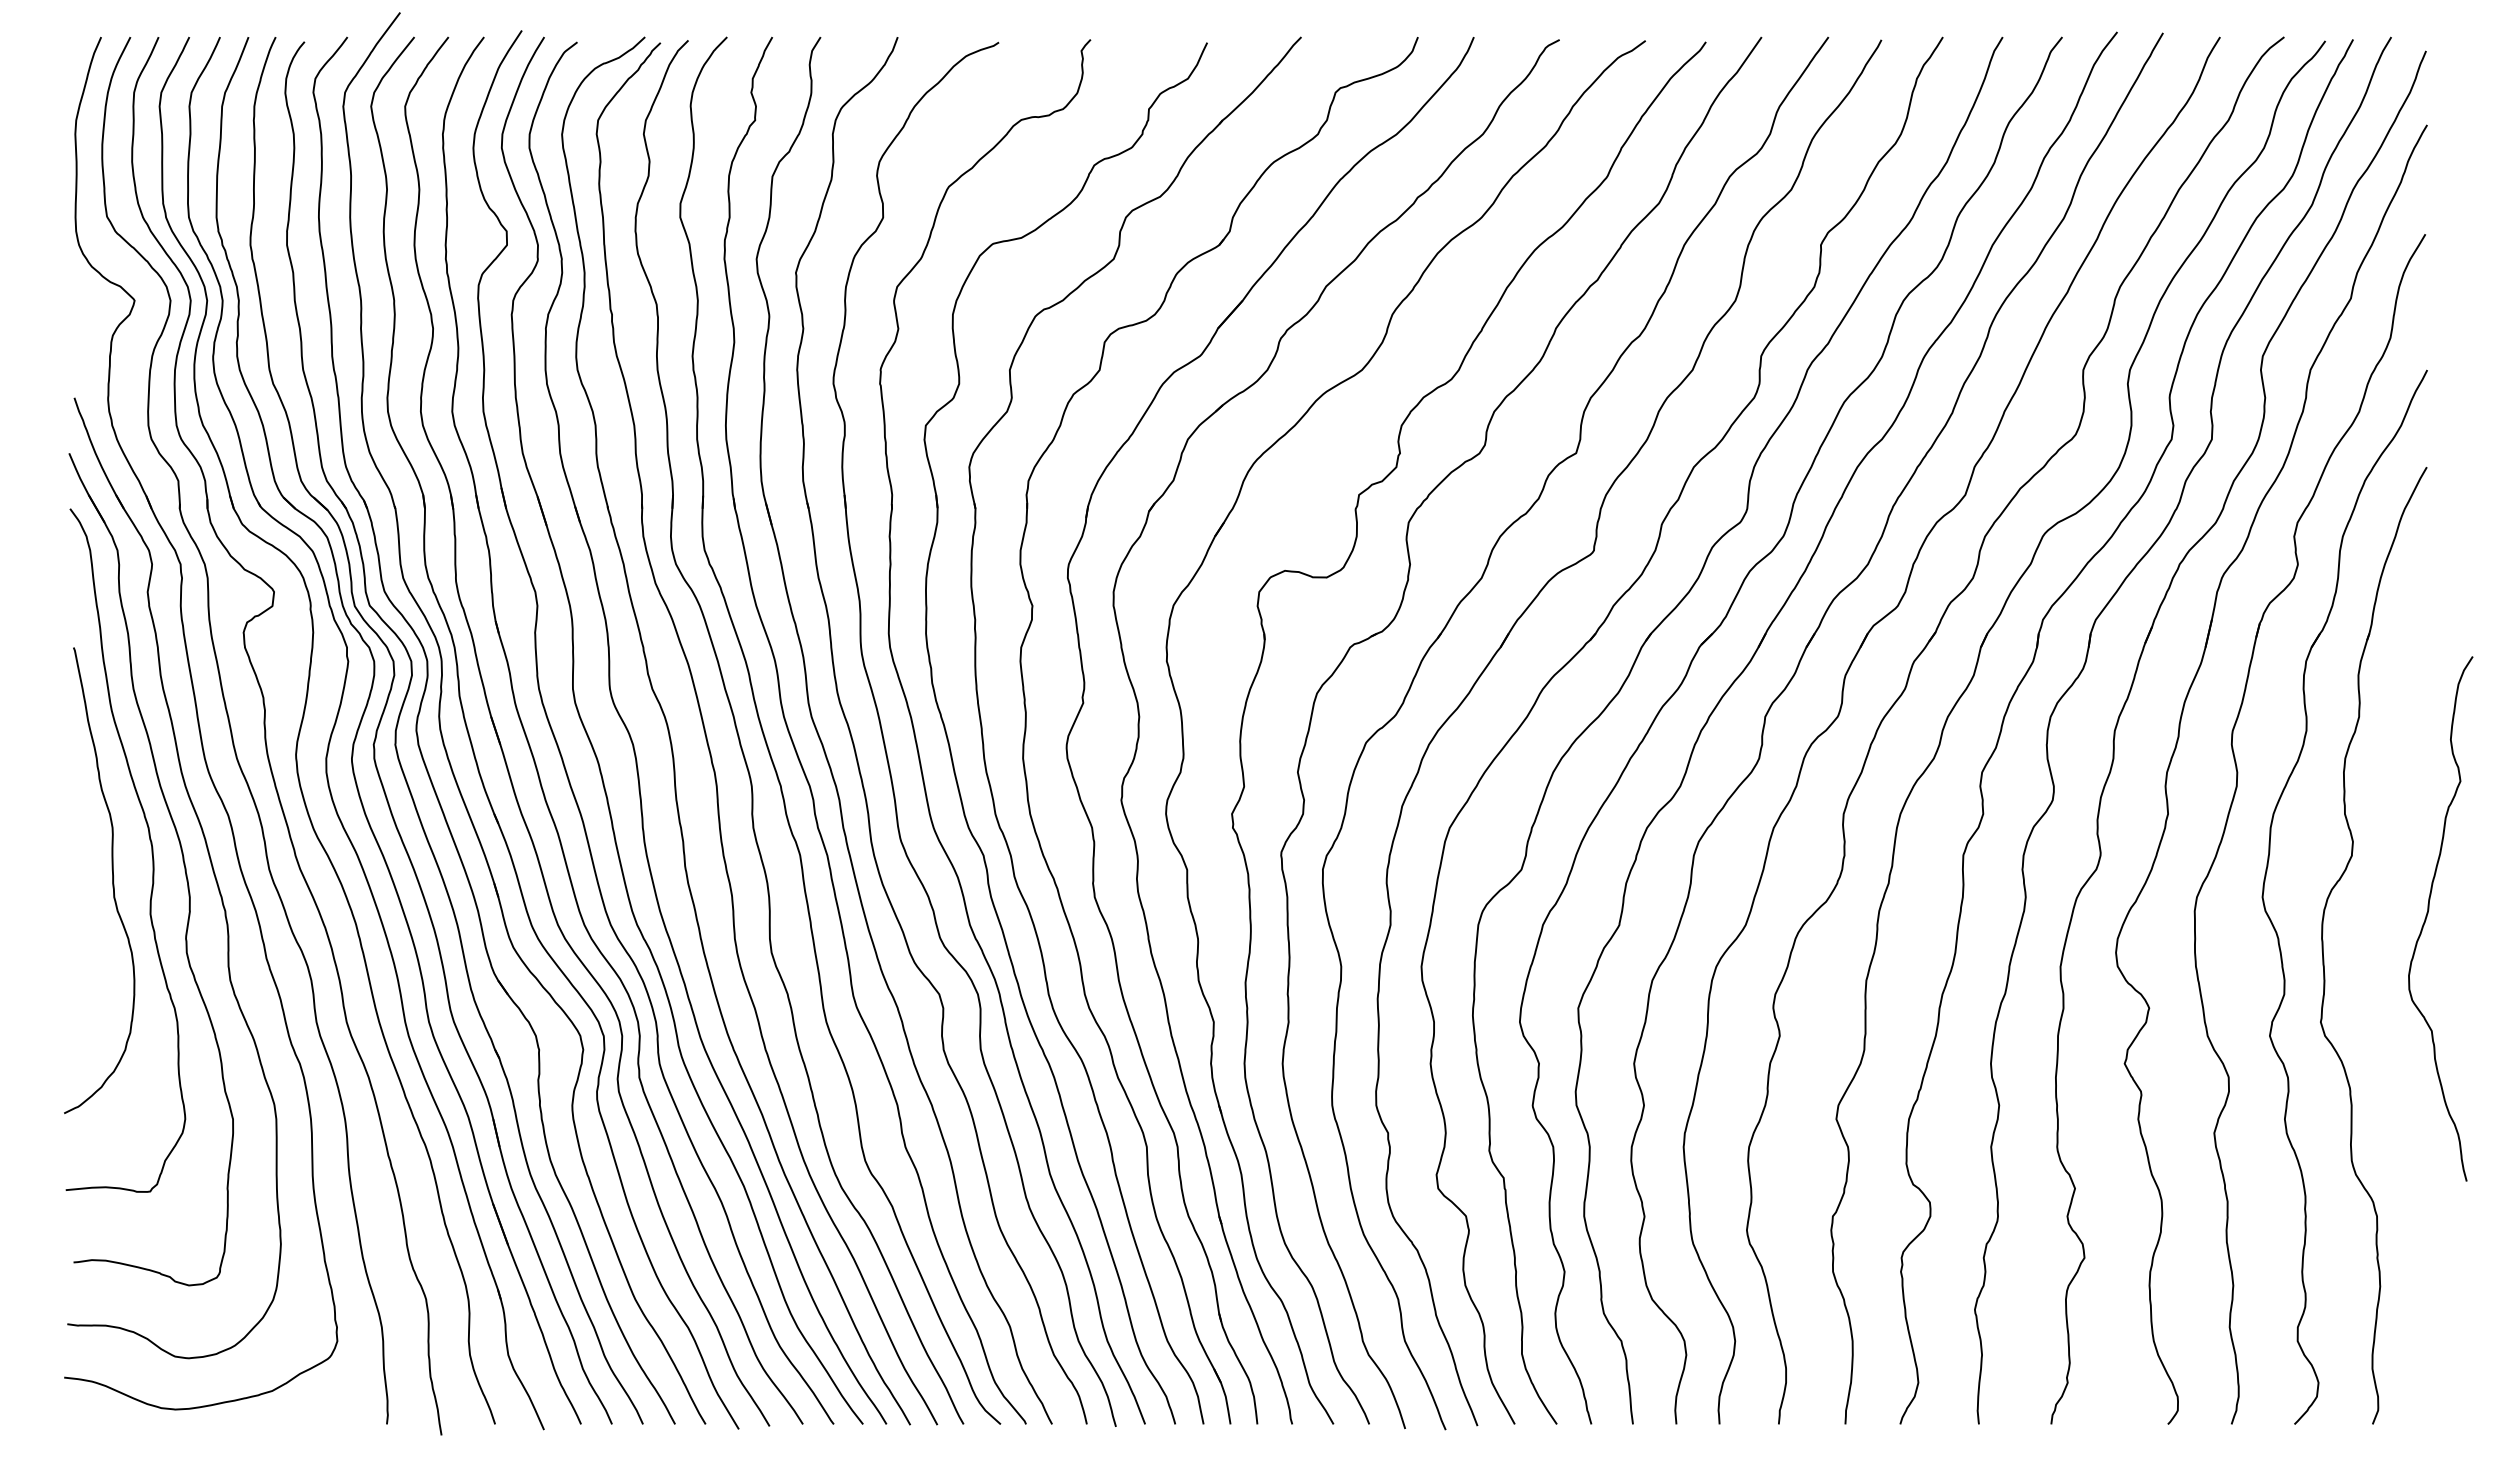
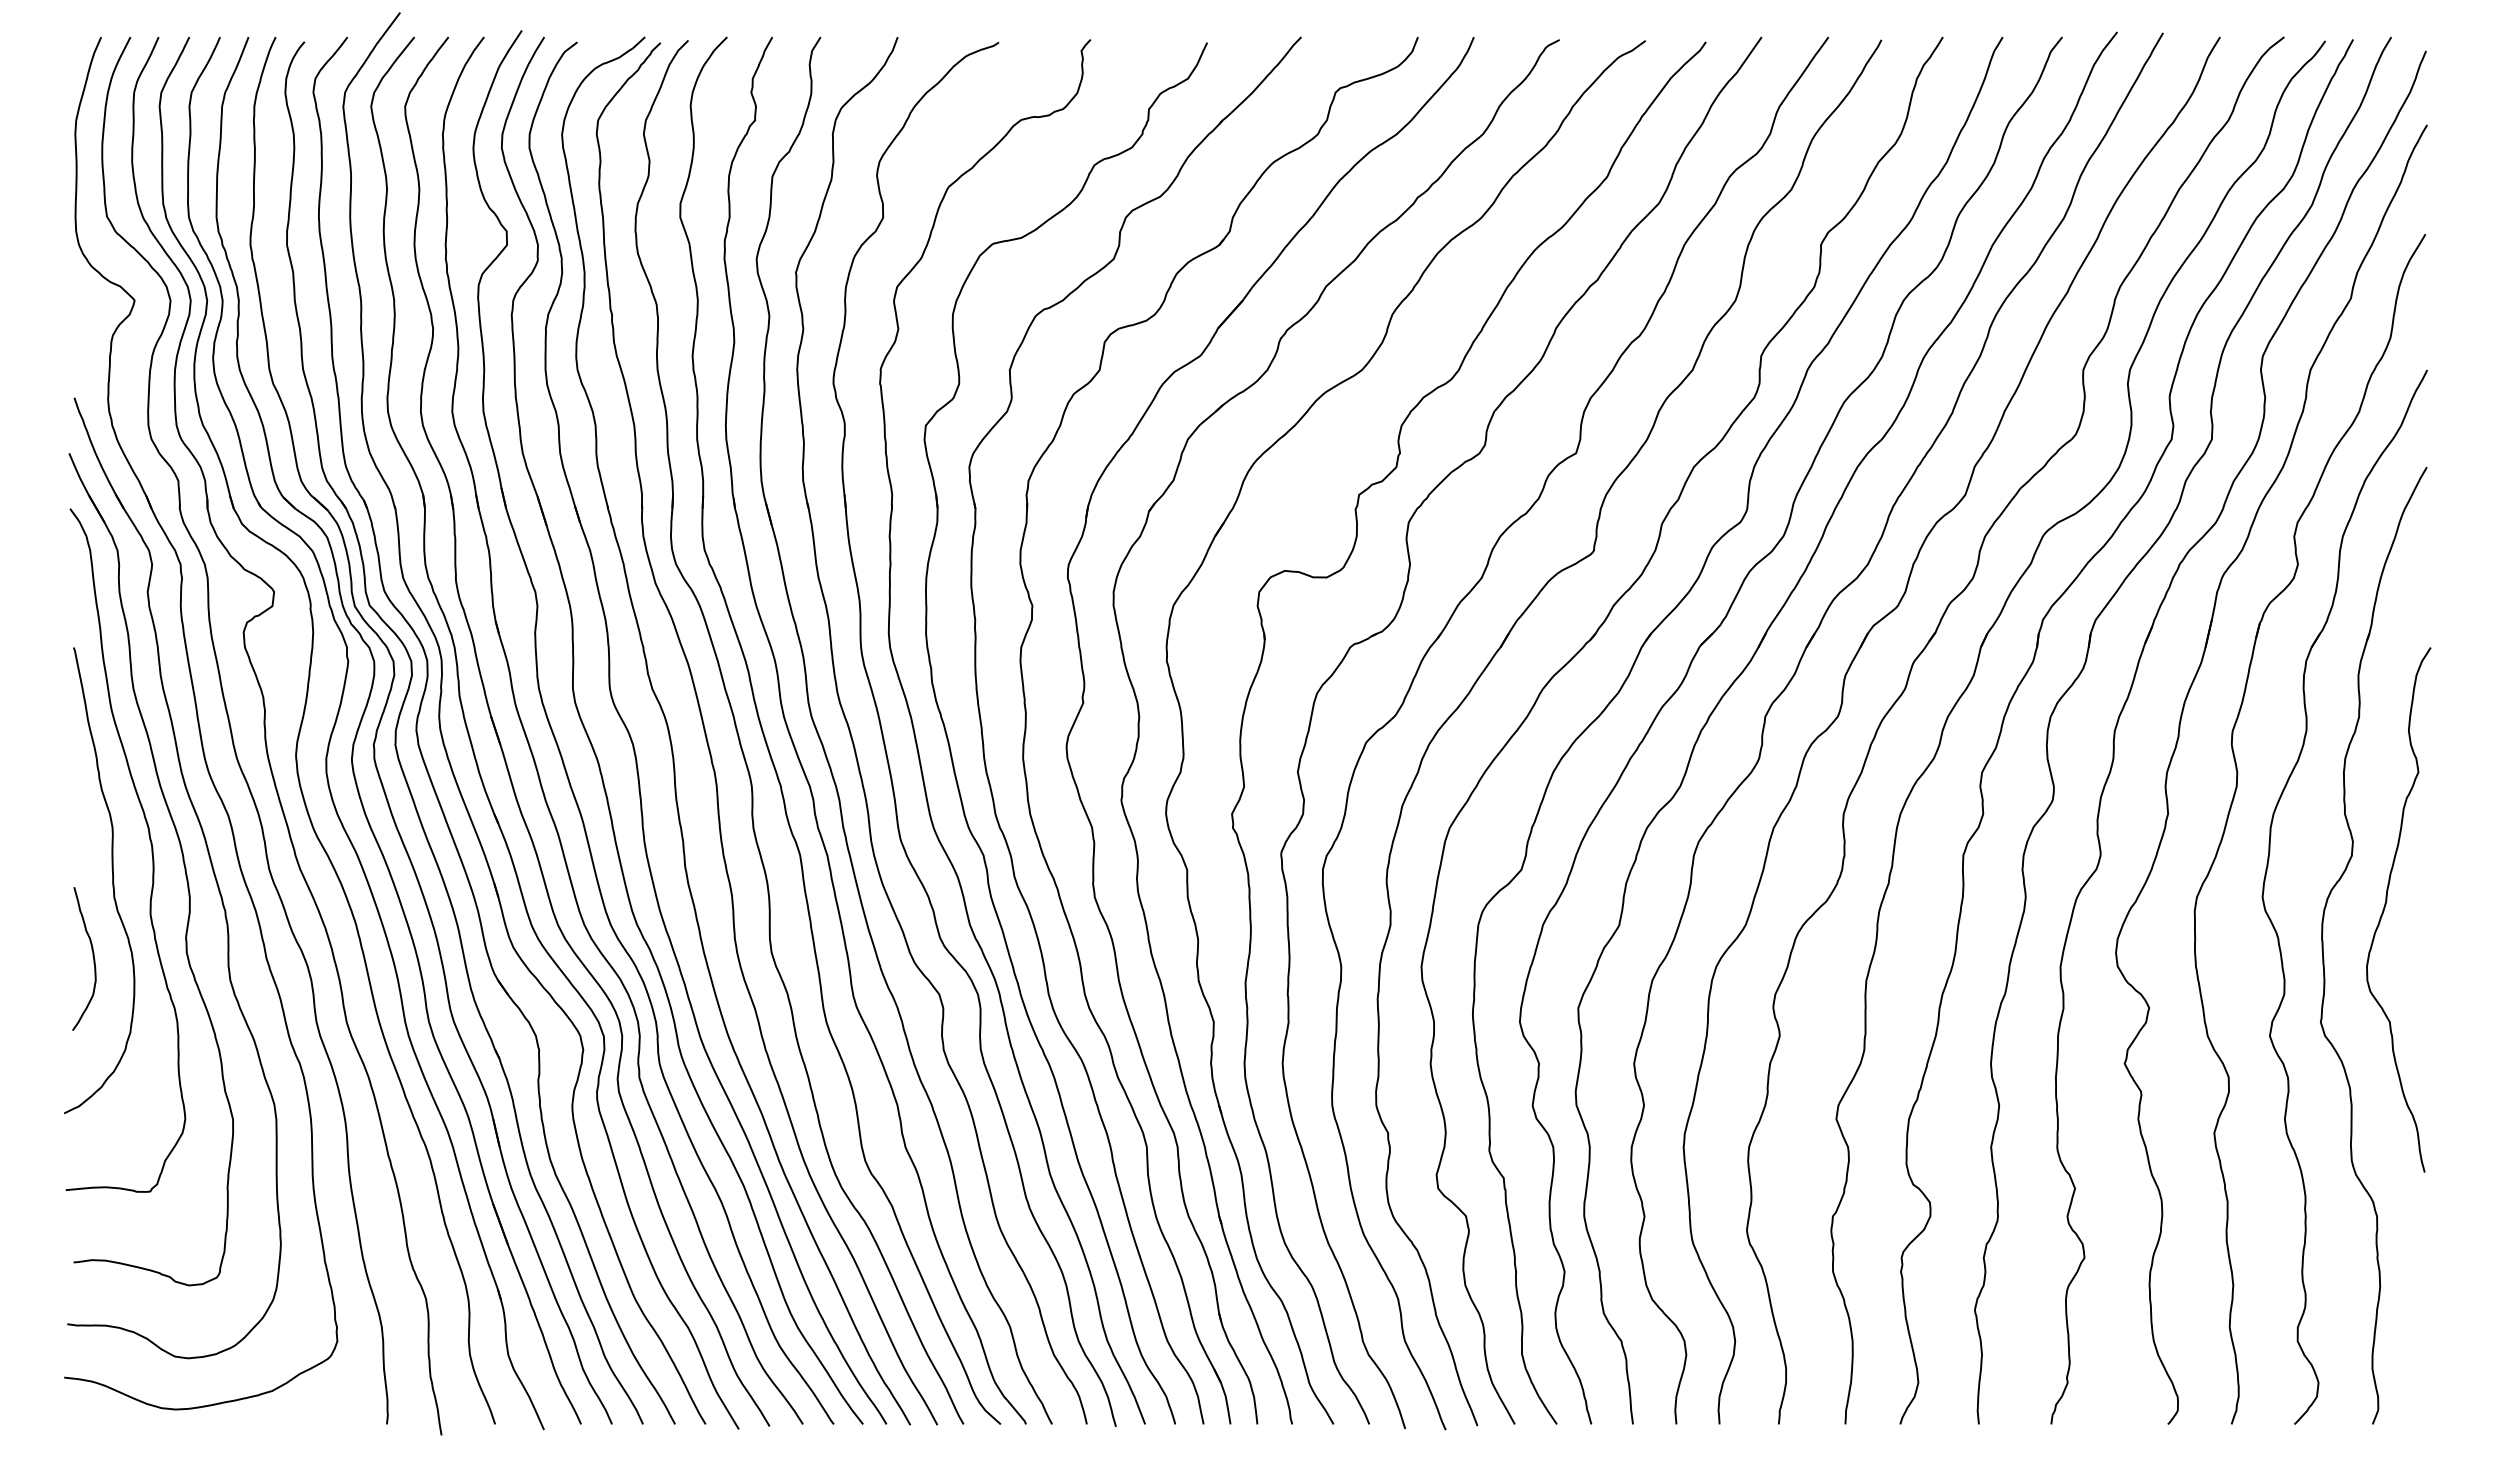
curve at (2428, 913) position: (2428, 913) -> (2386, 904)
curve at (92, 956): none -> present
